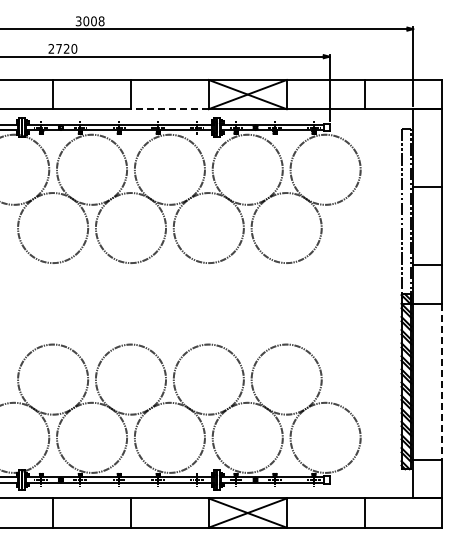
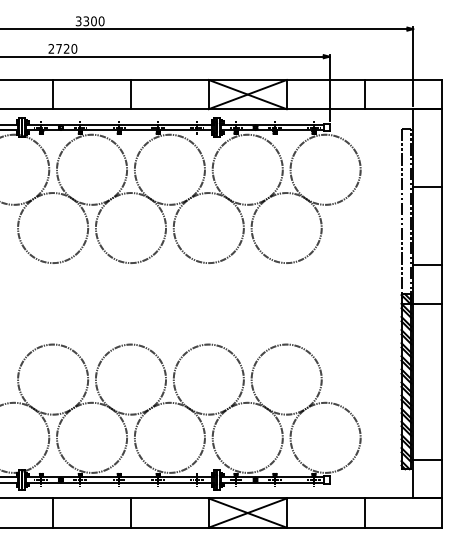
text at (93, 21): 3008 -> 3300
line at (169, 109): dashed -> solid
line at (442, 381): dashed -> solid
